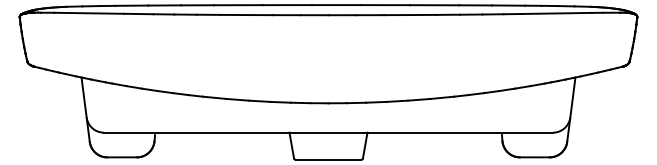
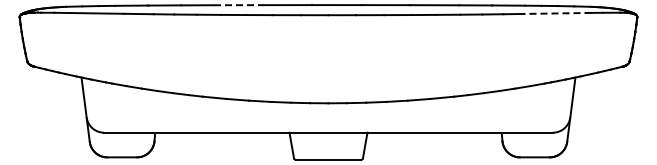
line at (238, 5): solid -> dashed
line at (555, 13): solid -> dashed
